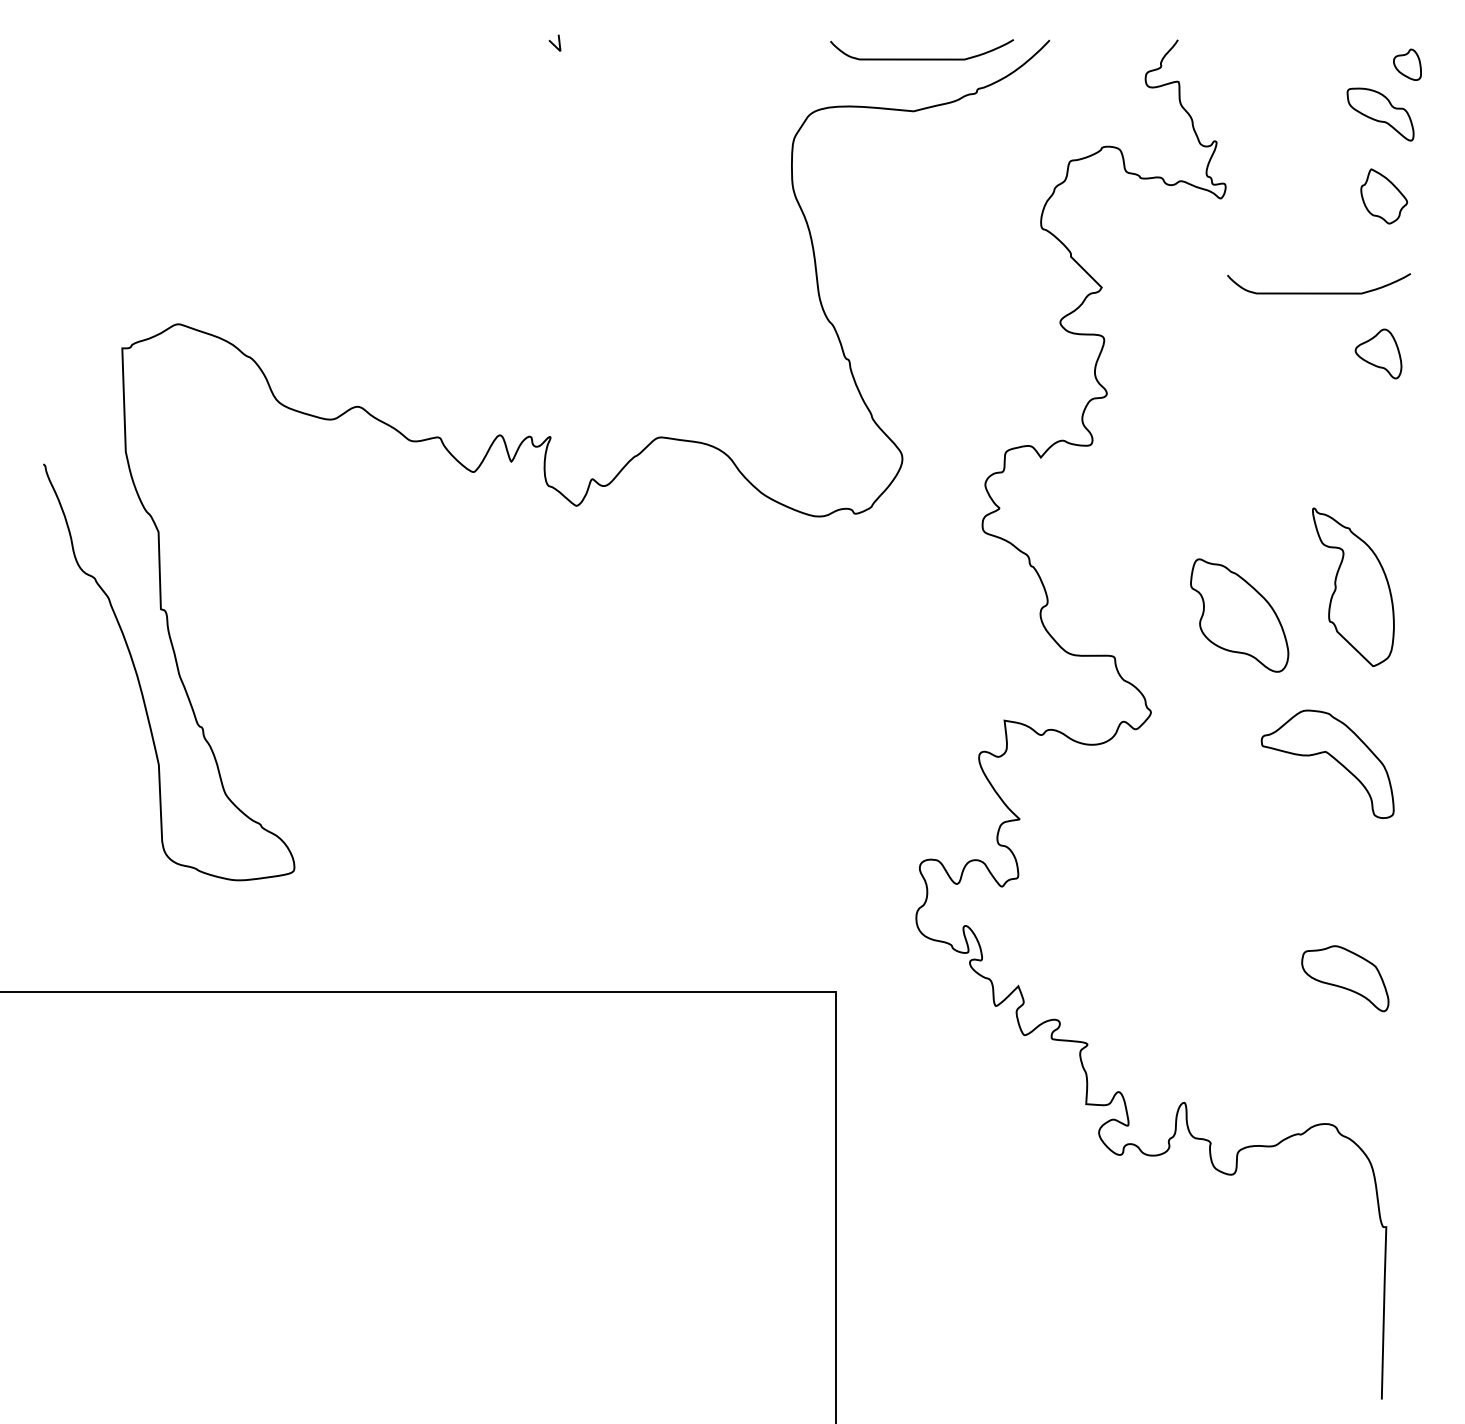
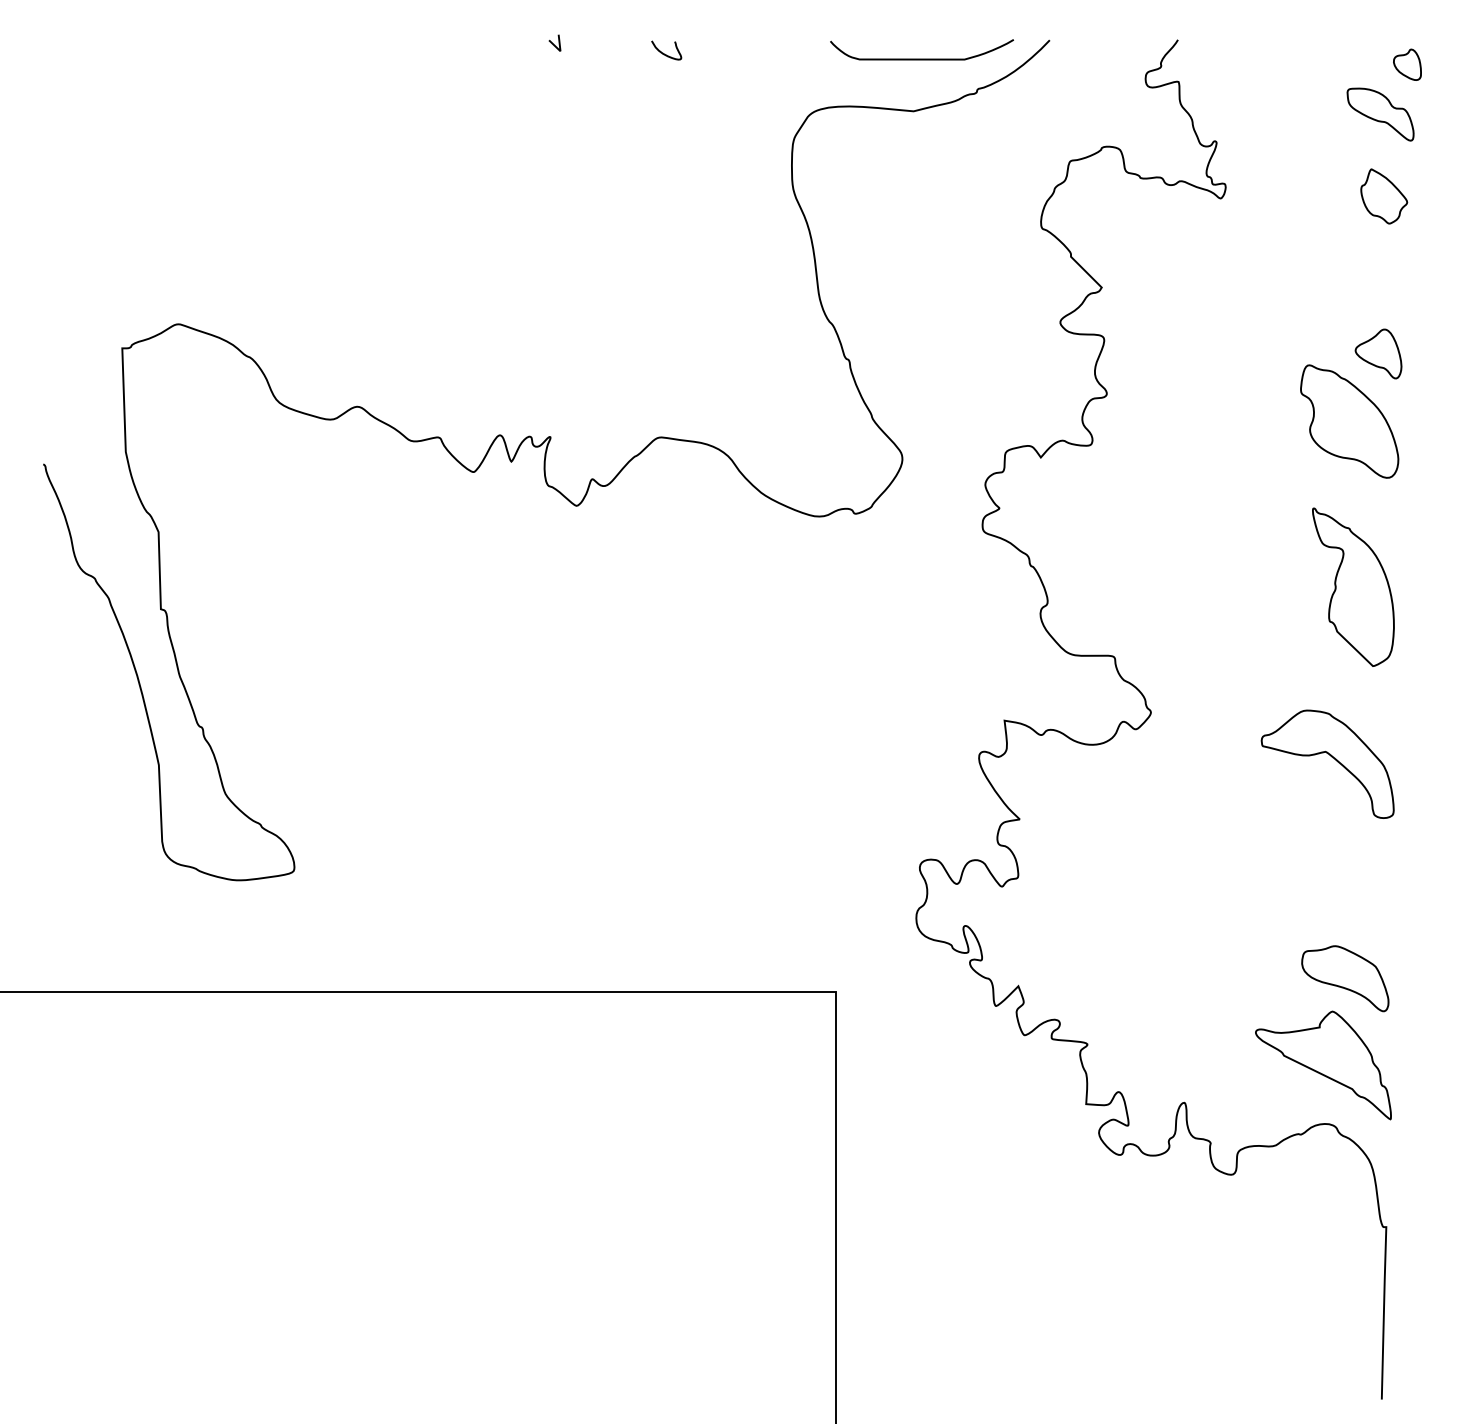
curve at (663, 52): none -> present
curve at (1318, 292): present -> none
part at (1239, 615) position: (1239, 615) -> (1349, 421)
part at (1323, 1065): none -> present
